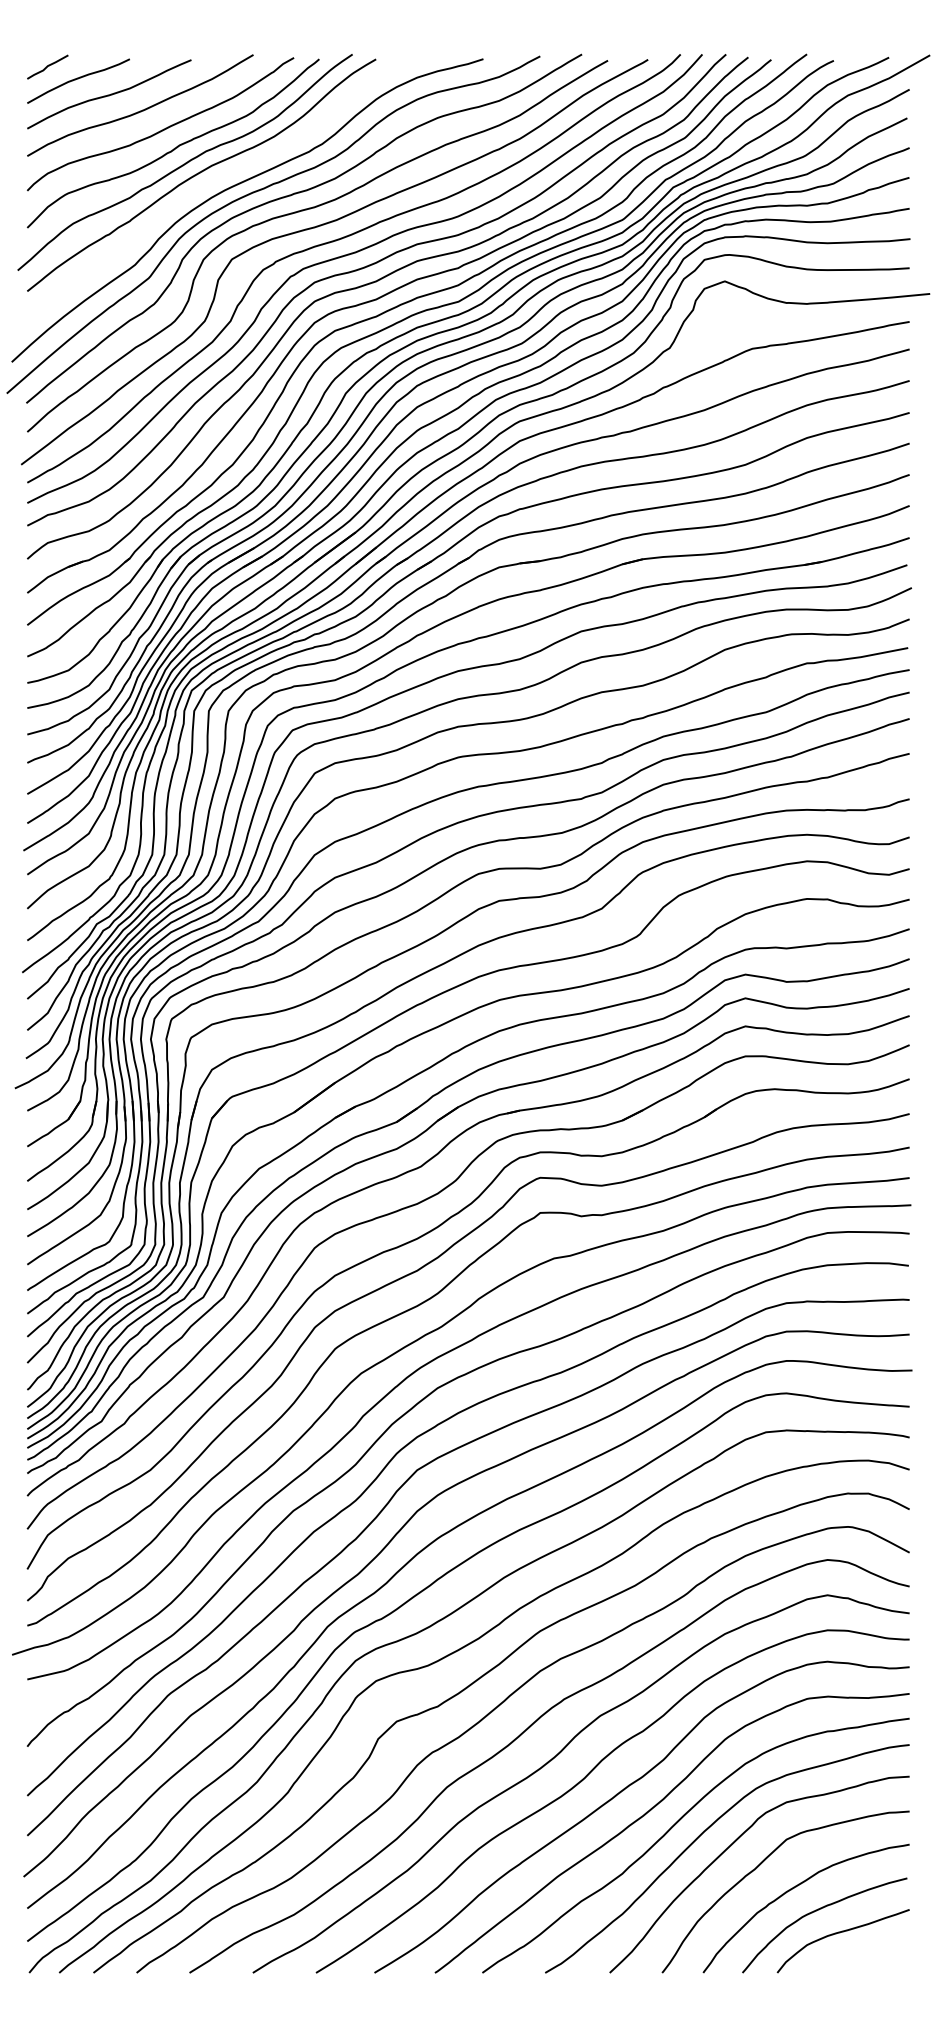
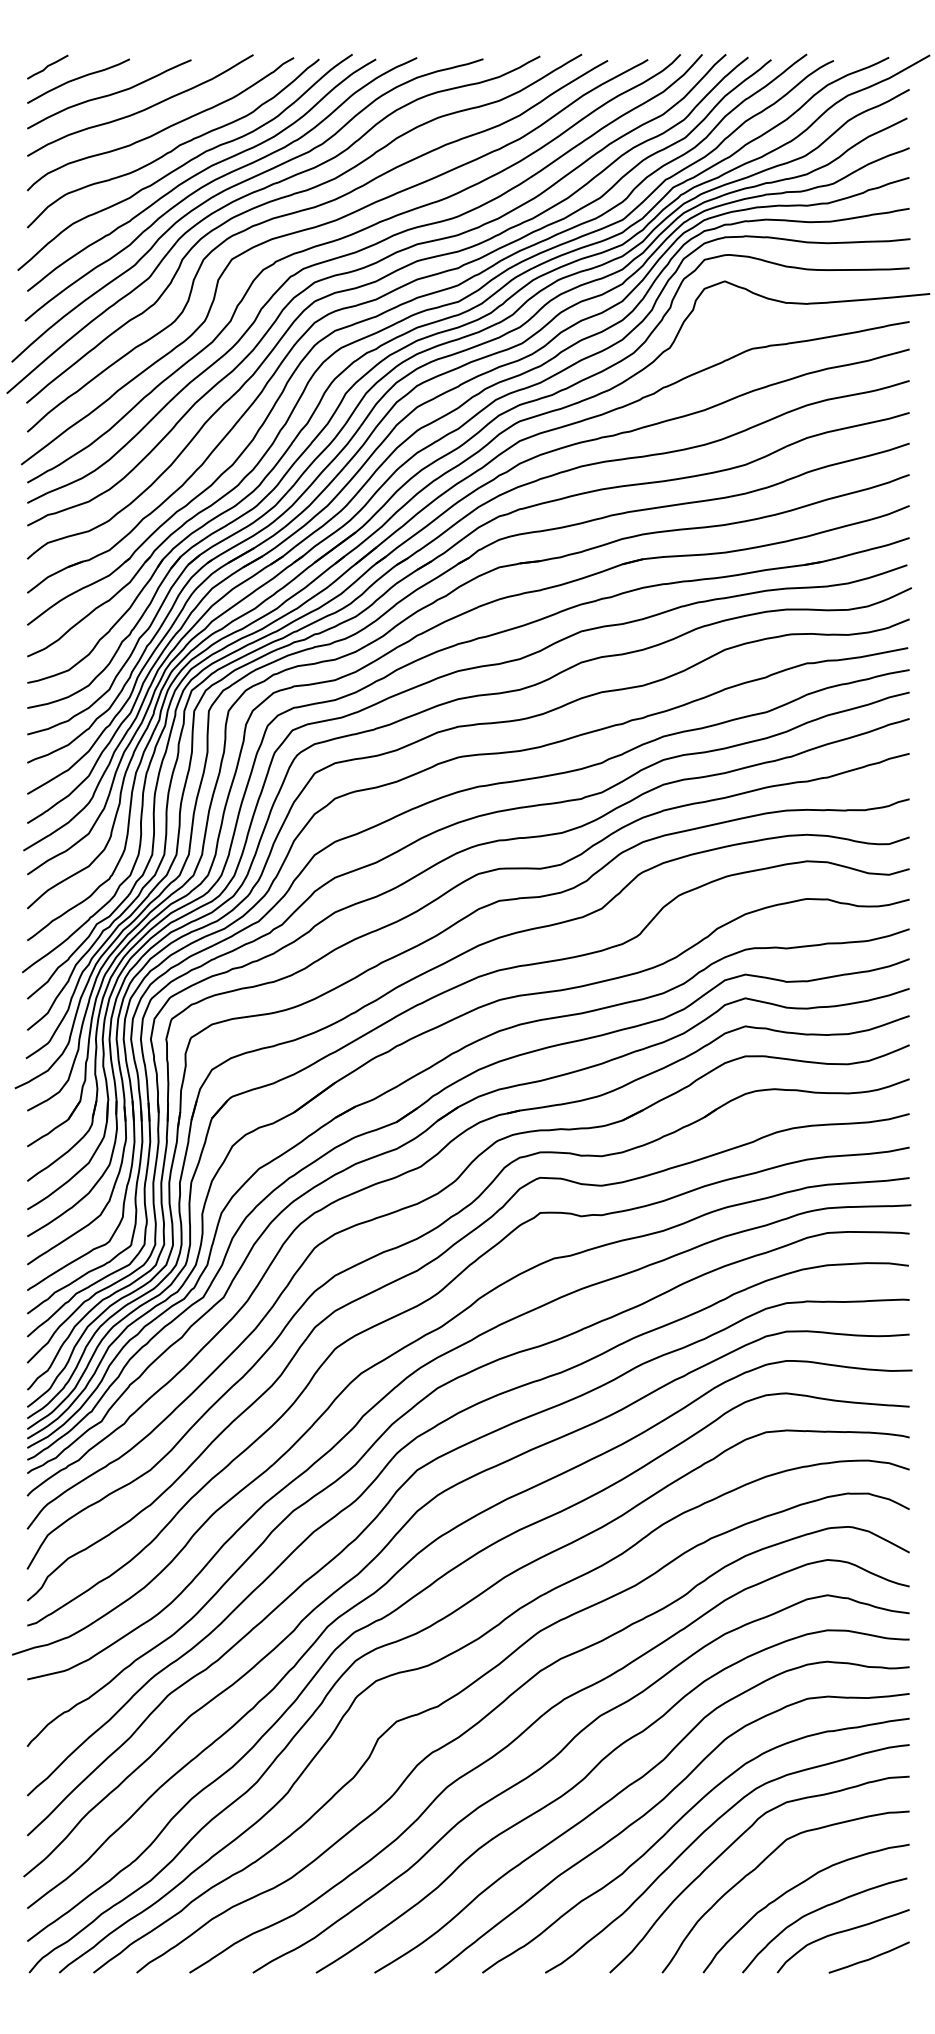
curve at (216, 180): none -> present
curve at (868, 1958): none -> present
